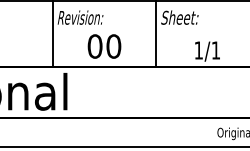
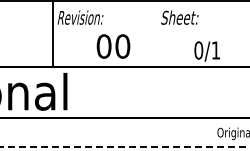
line at (155, 34): present -> none
text at (104, 46) position: (104, 46) -> (113, 46)
text at (198, 50): 1/1 -> 0/1
line at (125, 147): solid -> dashed
